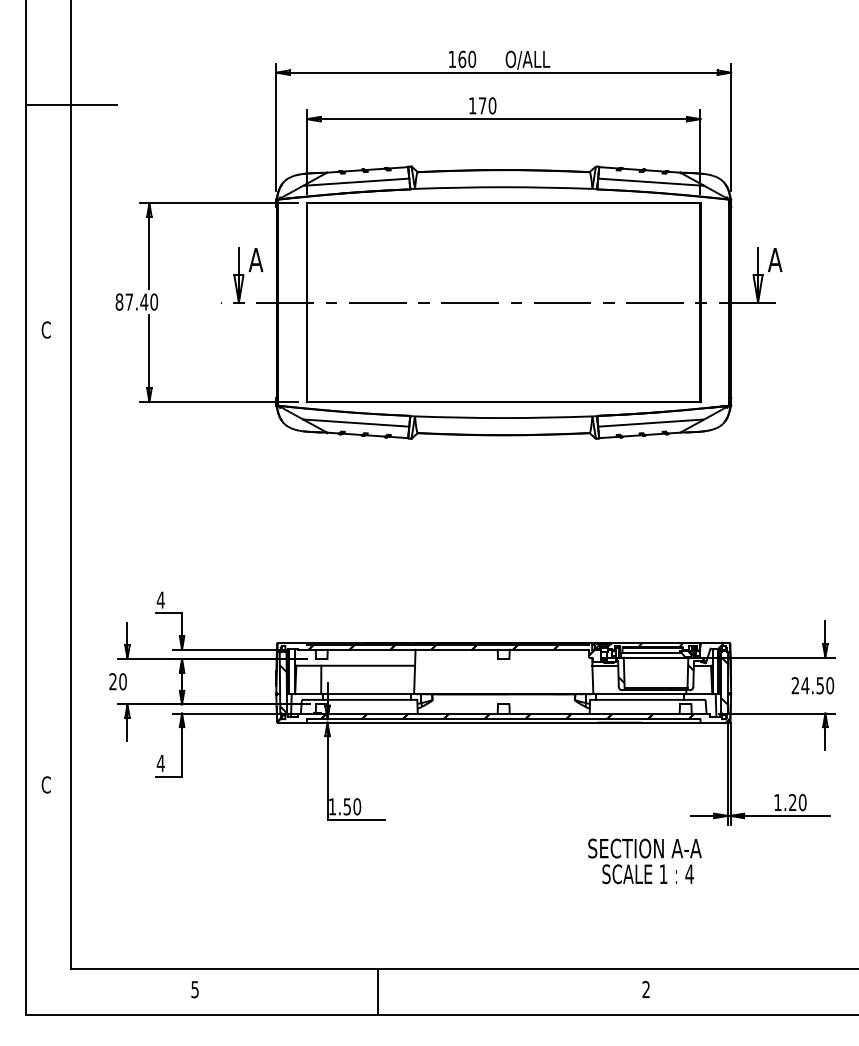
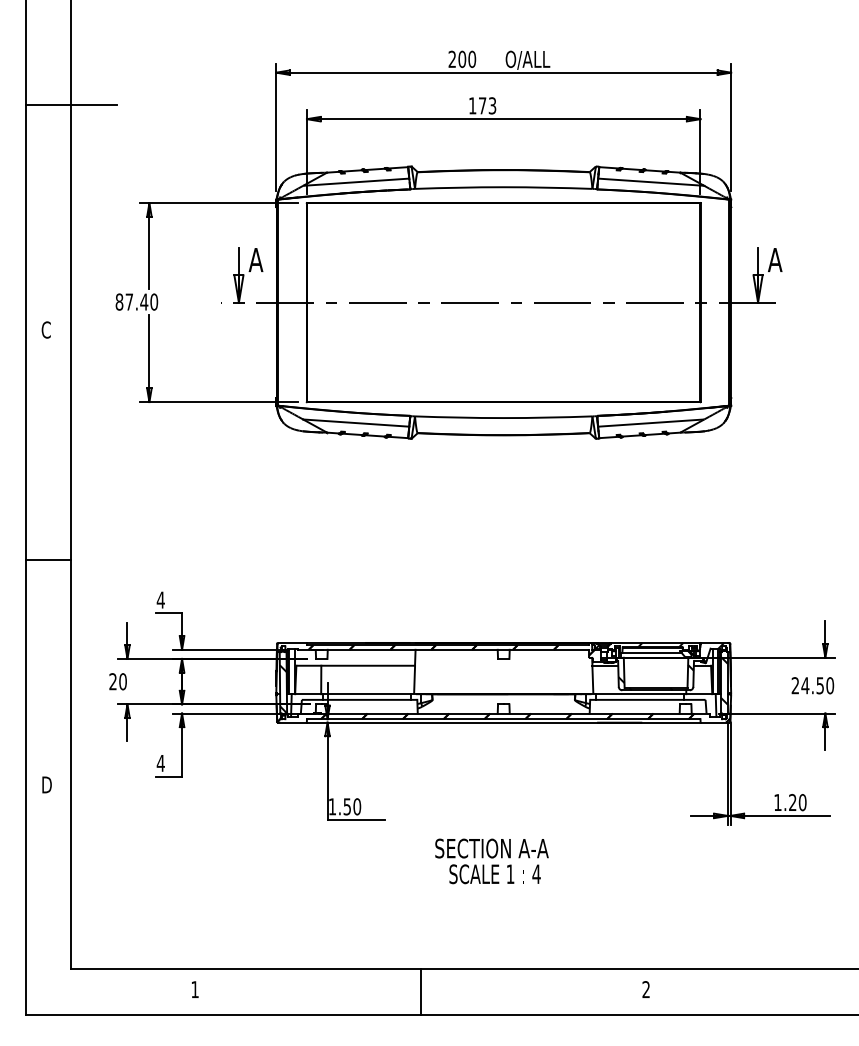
text at (457, 58): 160 -> 200
text at (492, 105): 170 -> 173
line at (48, 559): none -> present
text at (46, 784): C -> D
text at (644, 861) position: (644, 861) -> (491, 861)
text at (194, 989): 5 -> 1
line at (378, 991) position: (378, 991) -> (421, 991)
